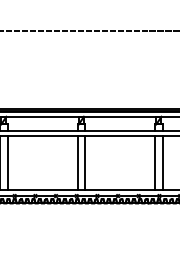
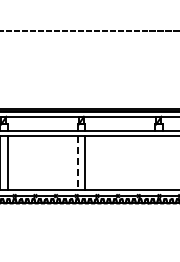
line at (77, 163): solid -> dashed
line at (155, 163): present -> none
line at (162, 163): present -> none
